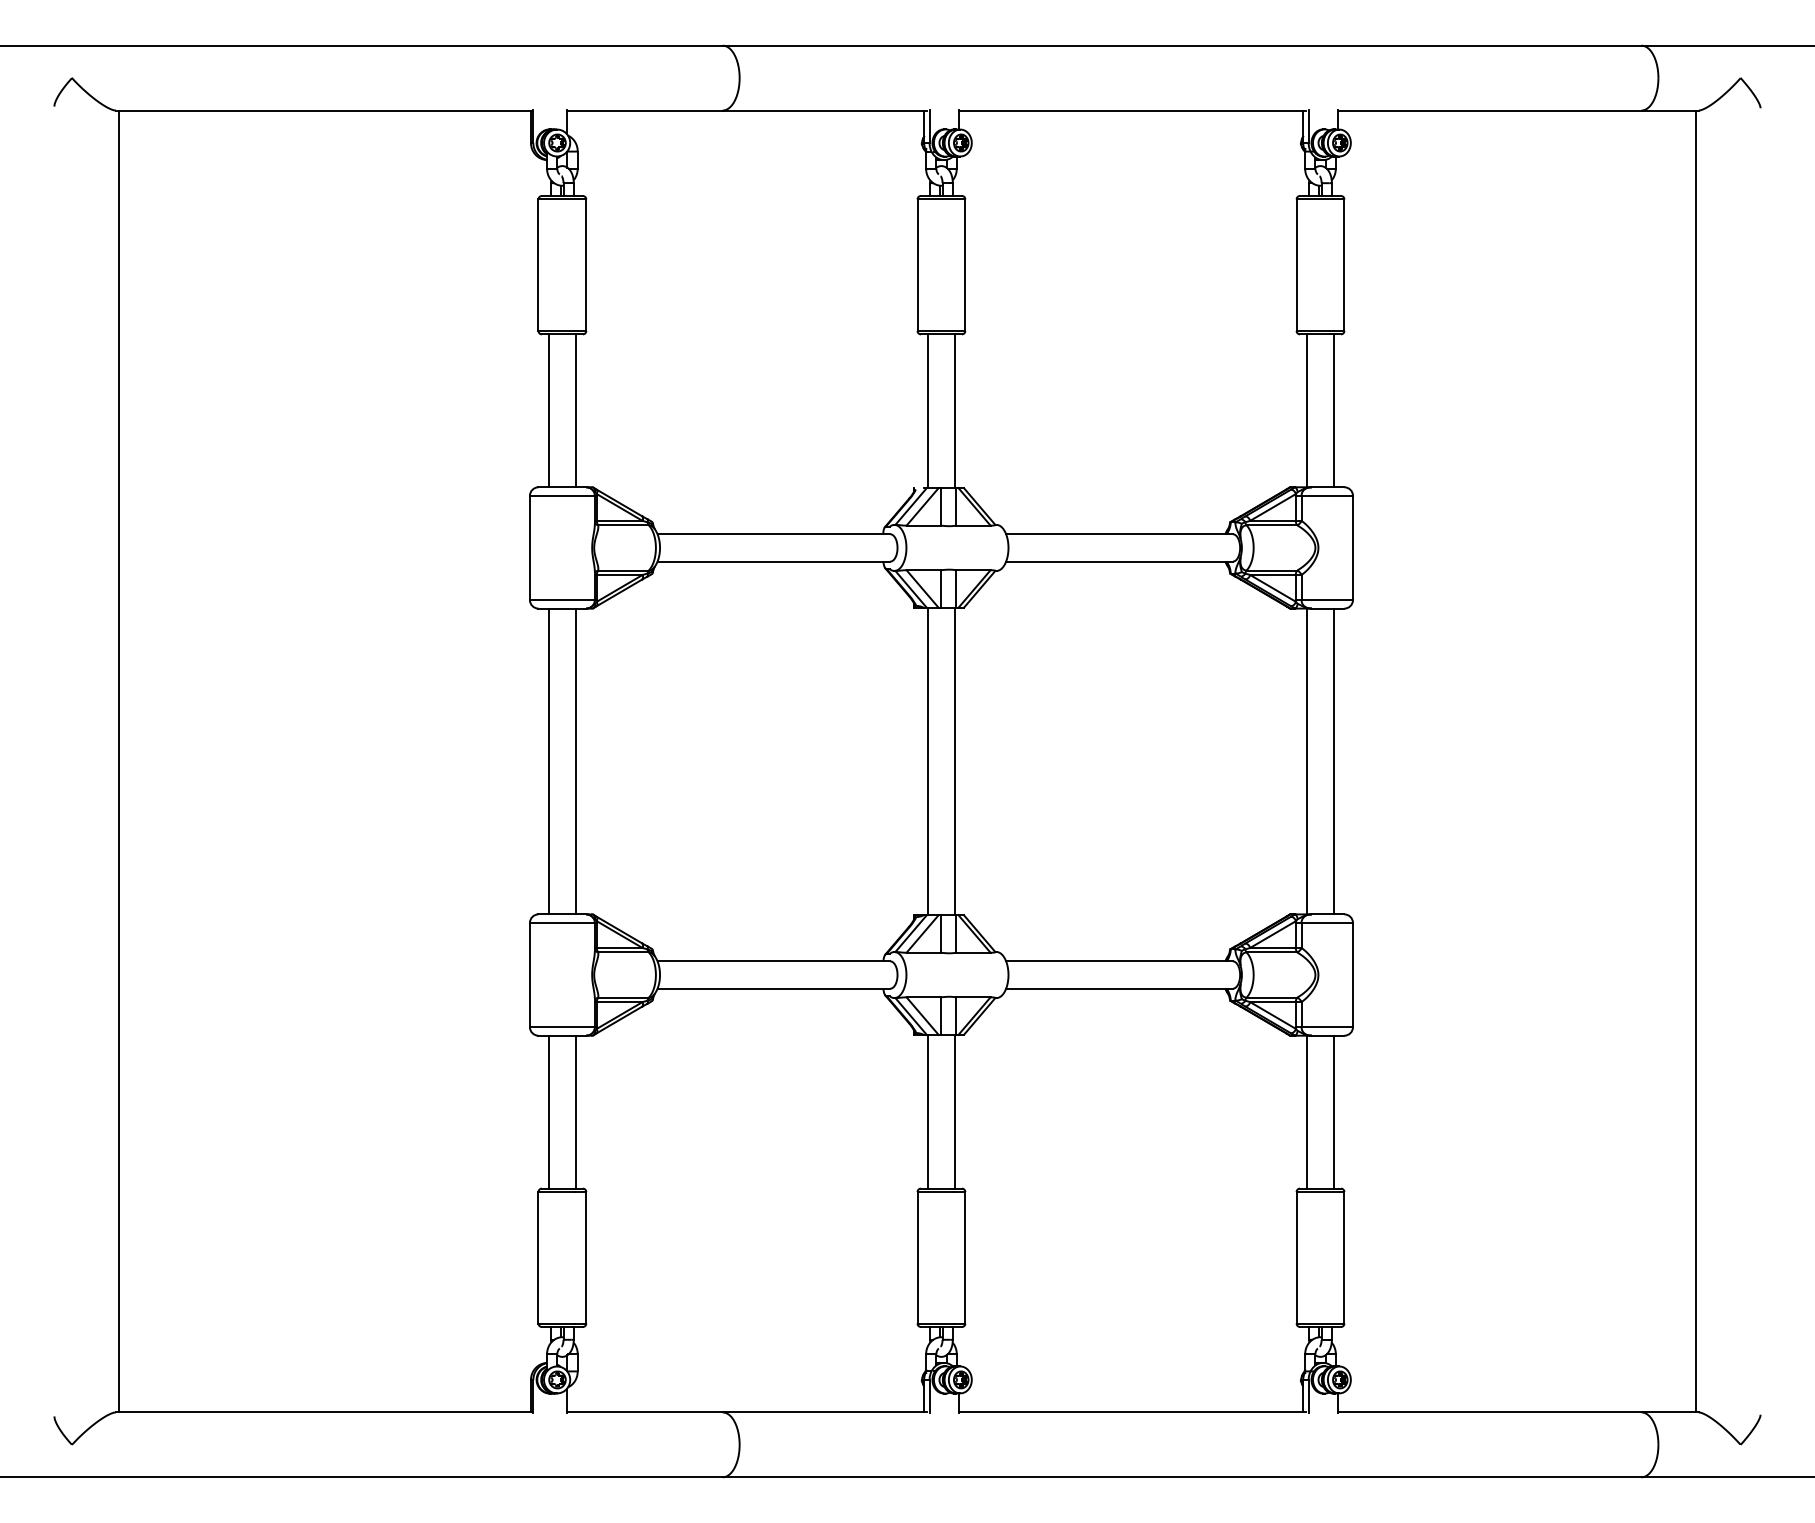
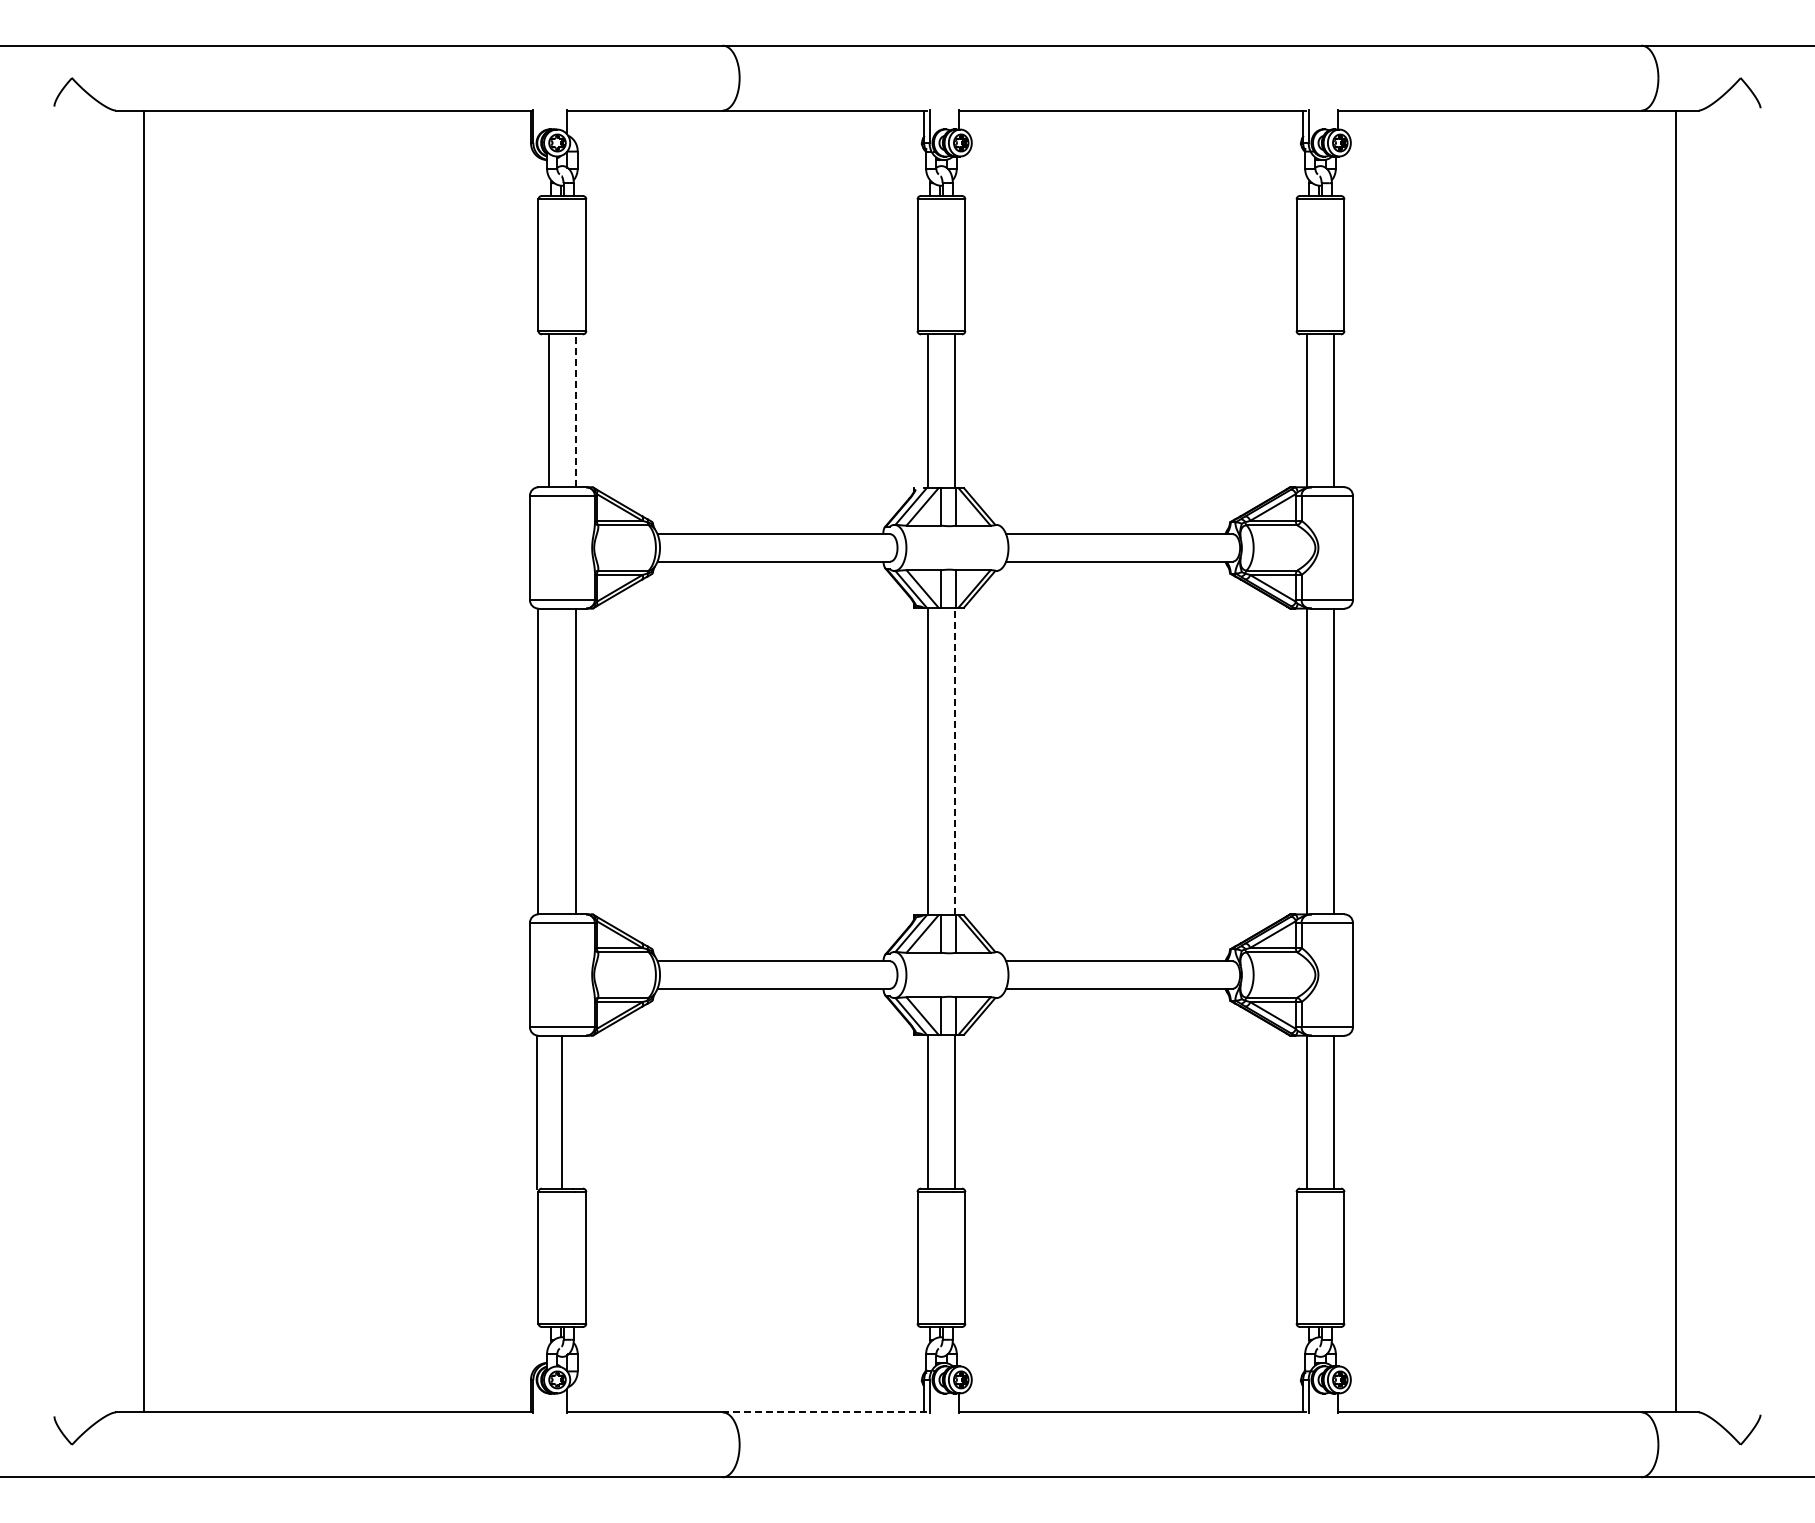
line at (576, 410): solid -> dashed
line at (119, 761) position: (119, 761) -> (144, 761)
line at (548, 761) position: (548, 761) -> (537, 761)
line at (955, 761): solid -> dashed
line at (1695, 761) position: (1695, 761) -> (1675, 761)
line at (548, 1111) position: (548, 1111) -> (536, 1111)
line at (576, 1111) position: (576, 1111) -> (562, 1111)
line at (824, 1412): solid -> dashed
